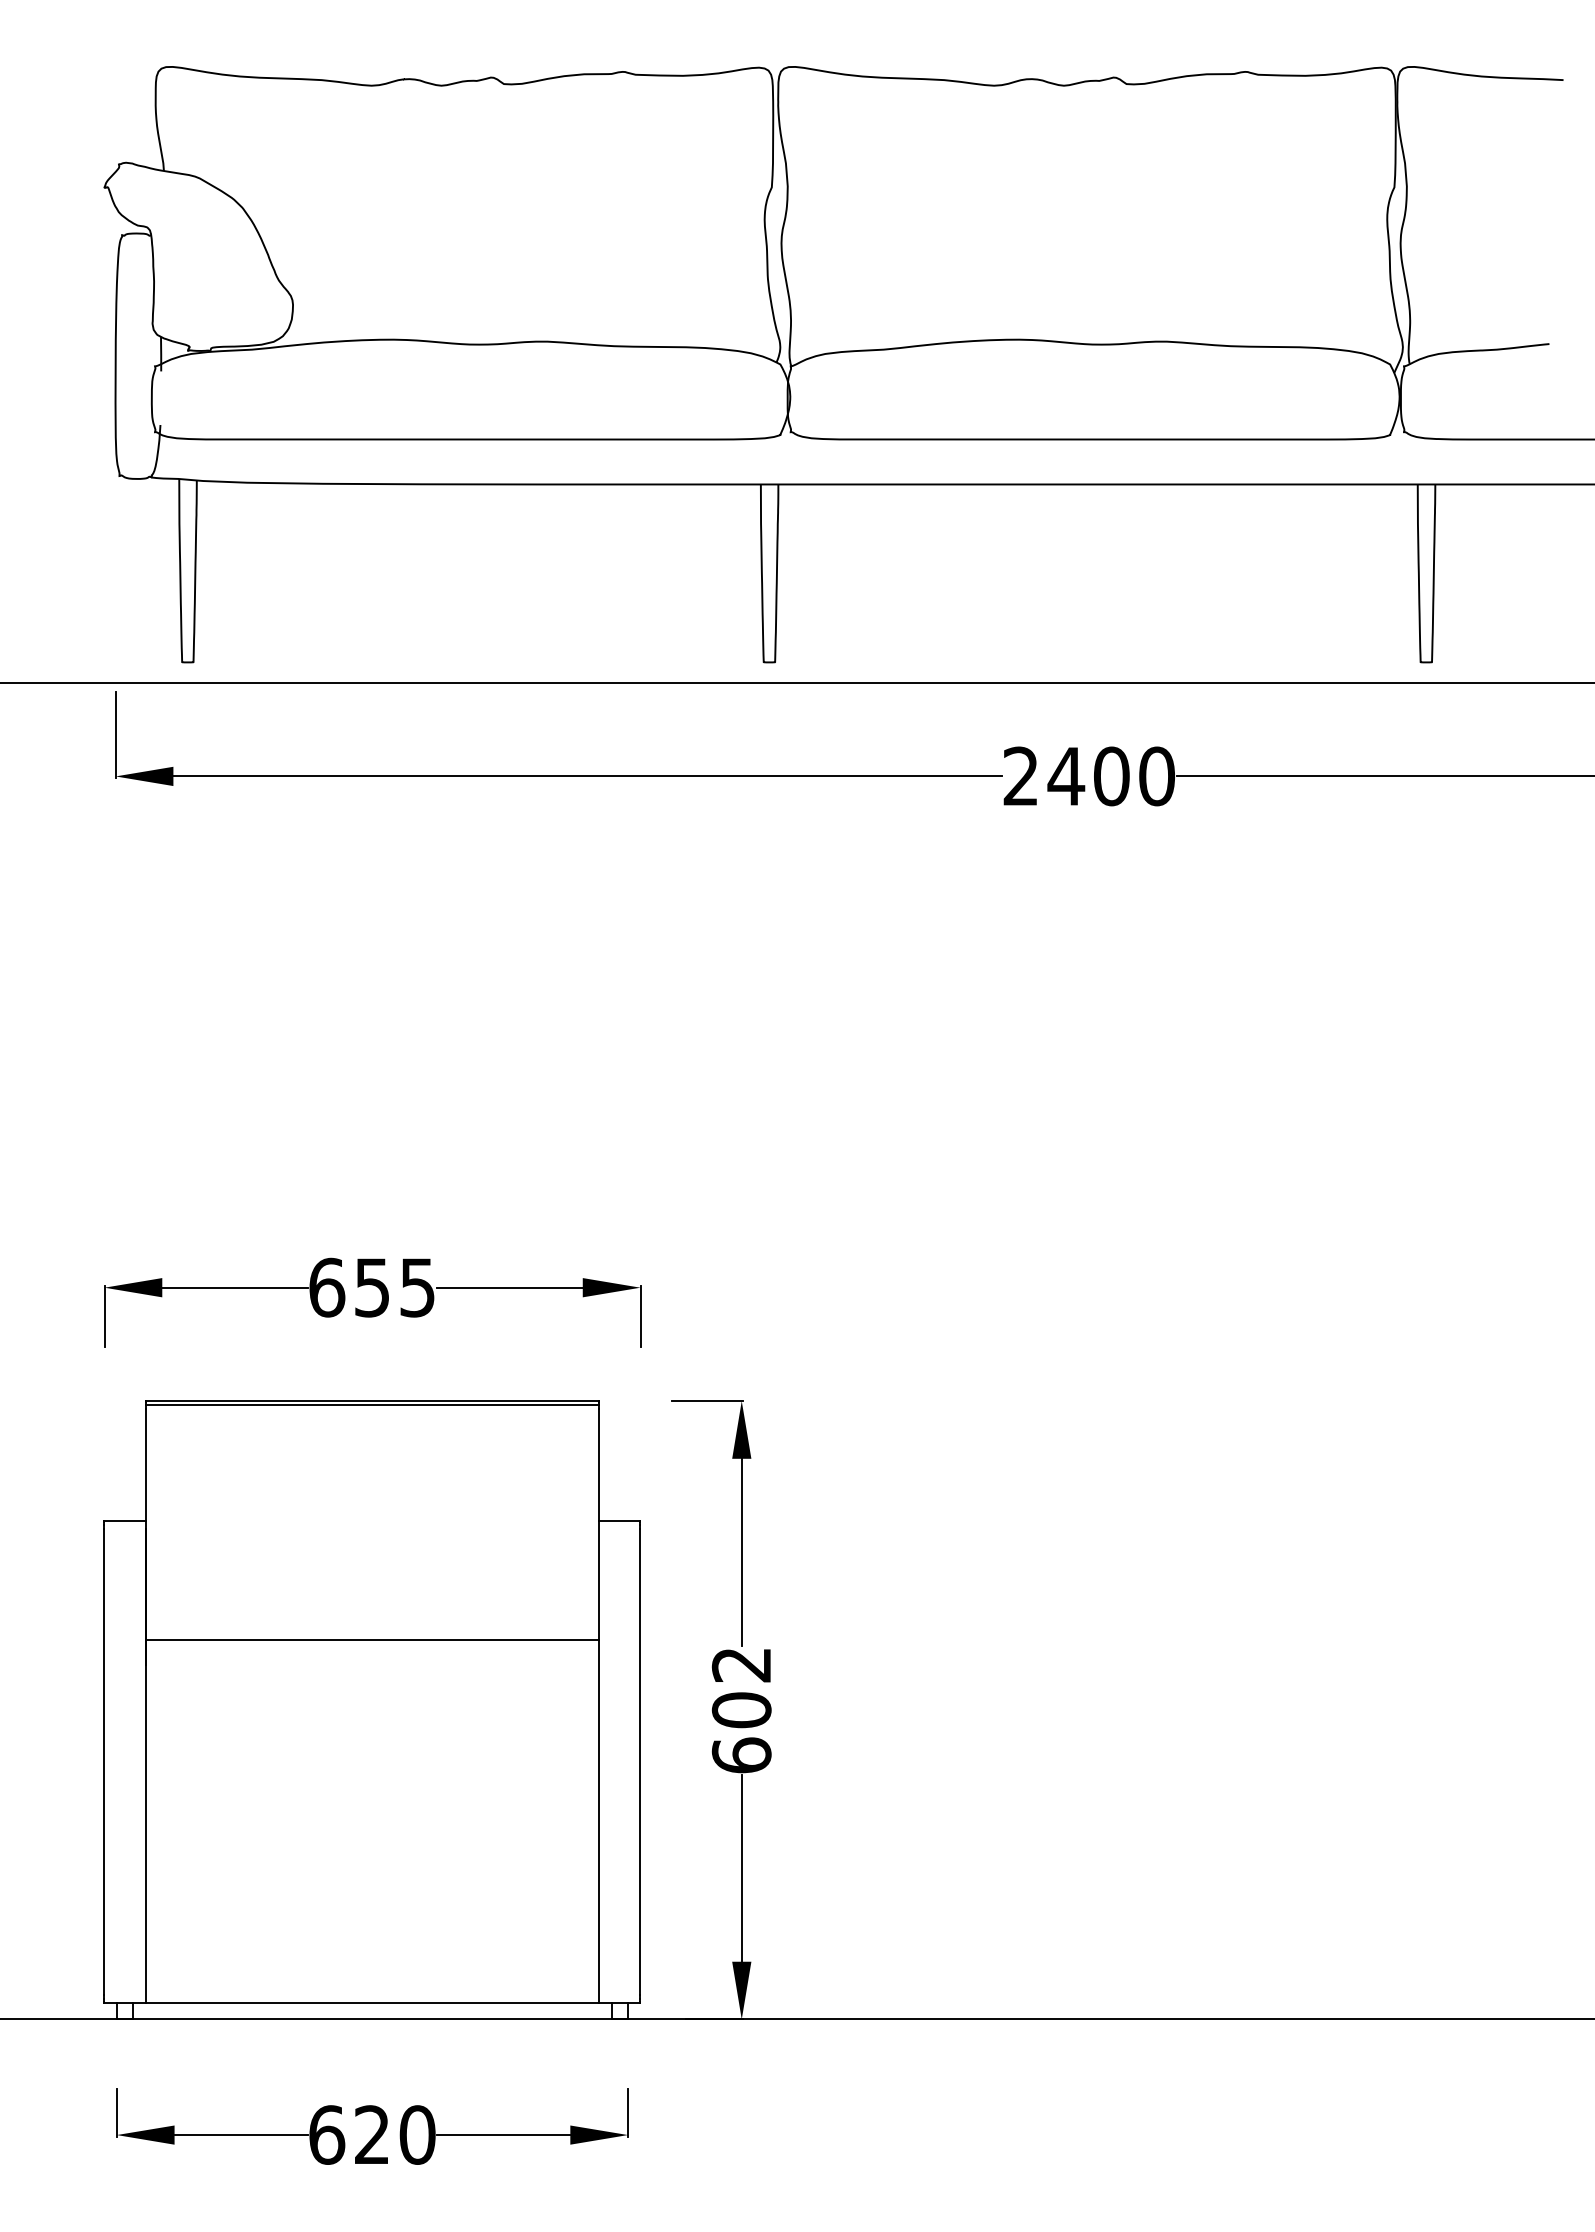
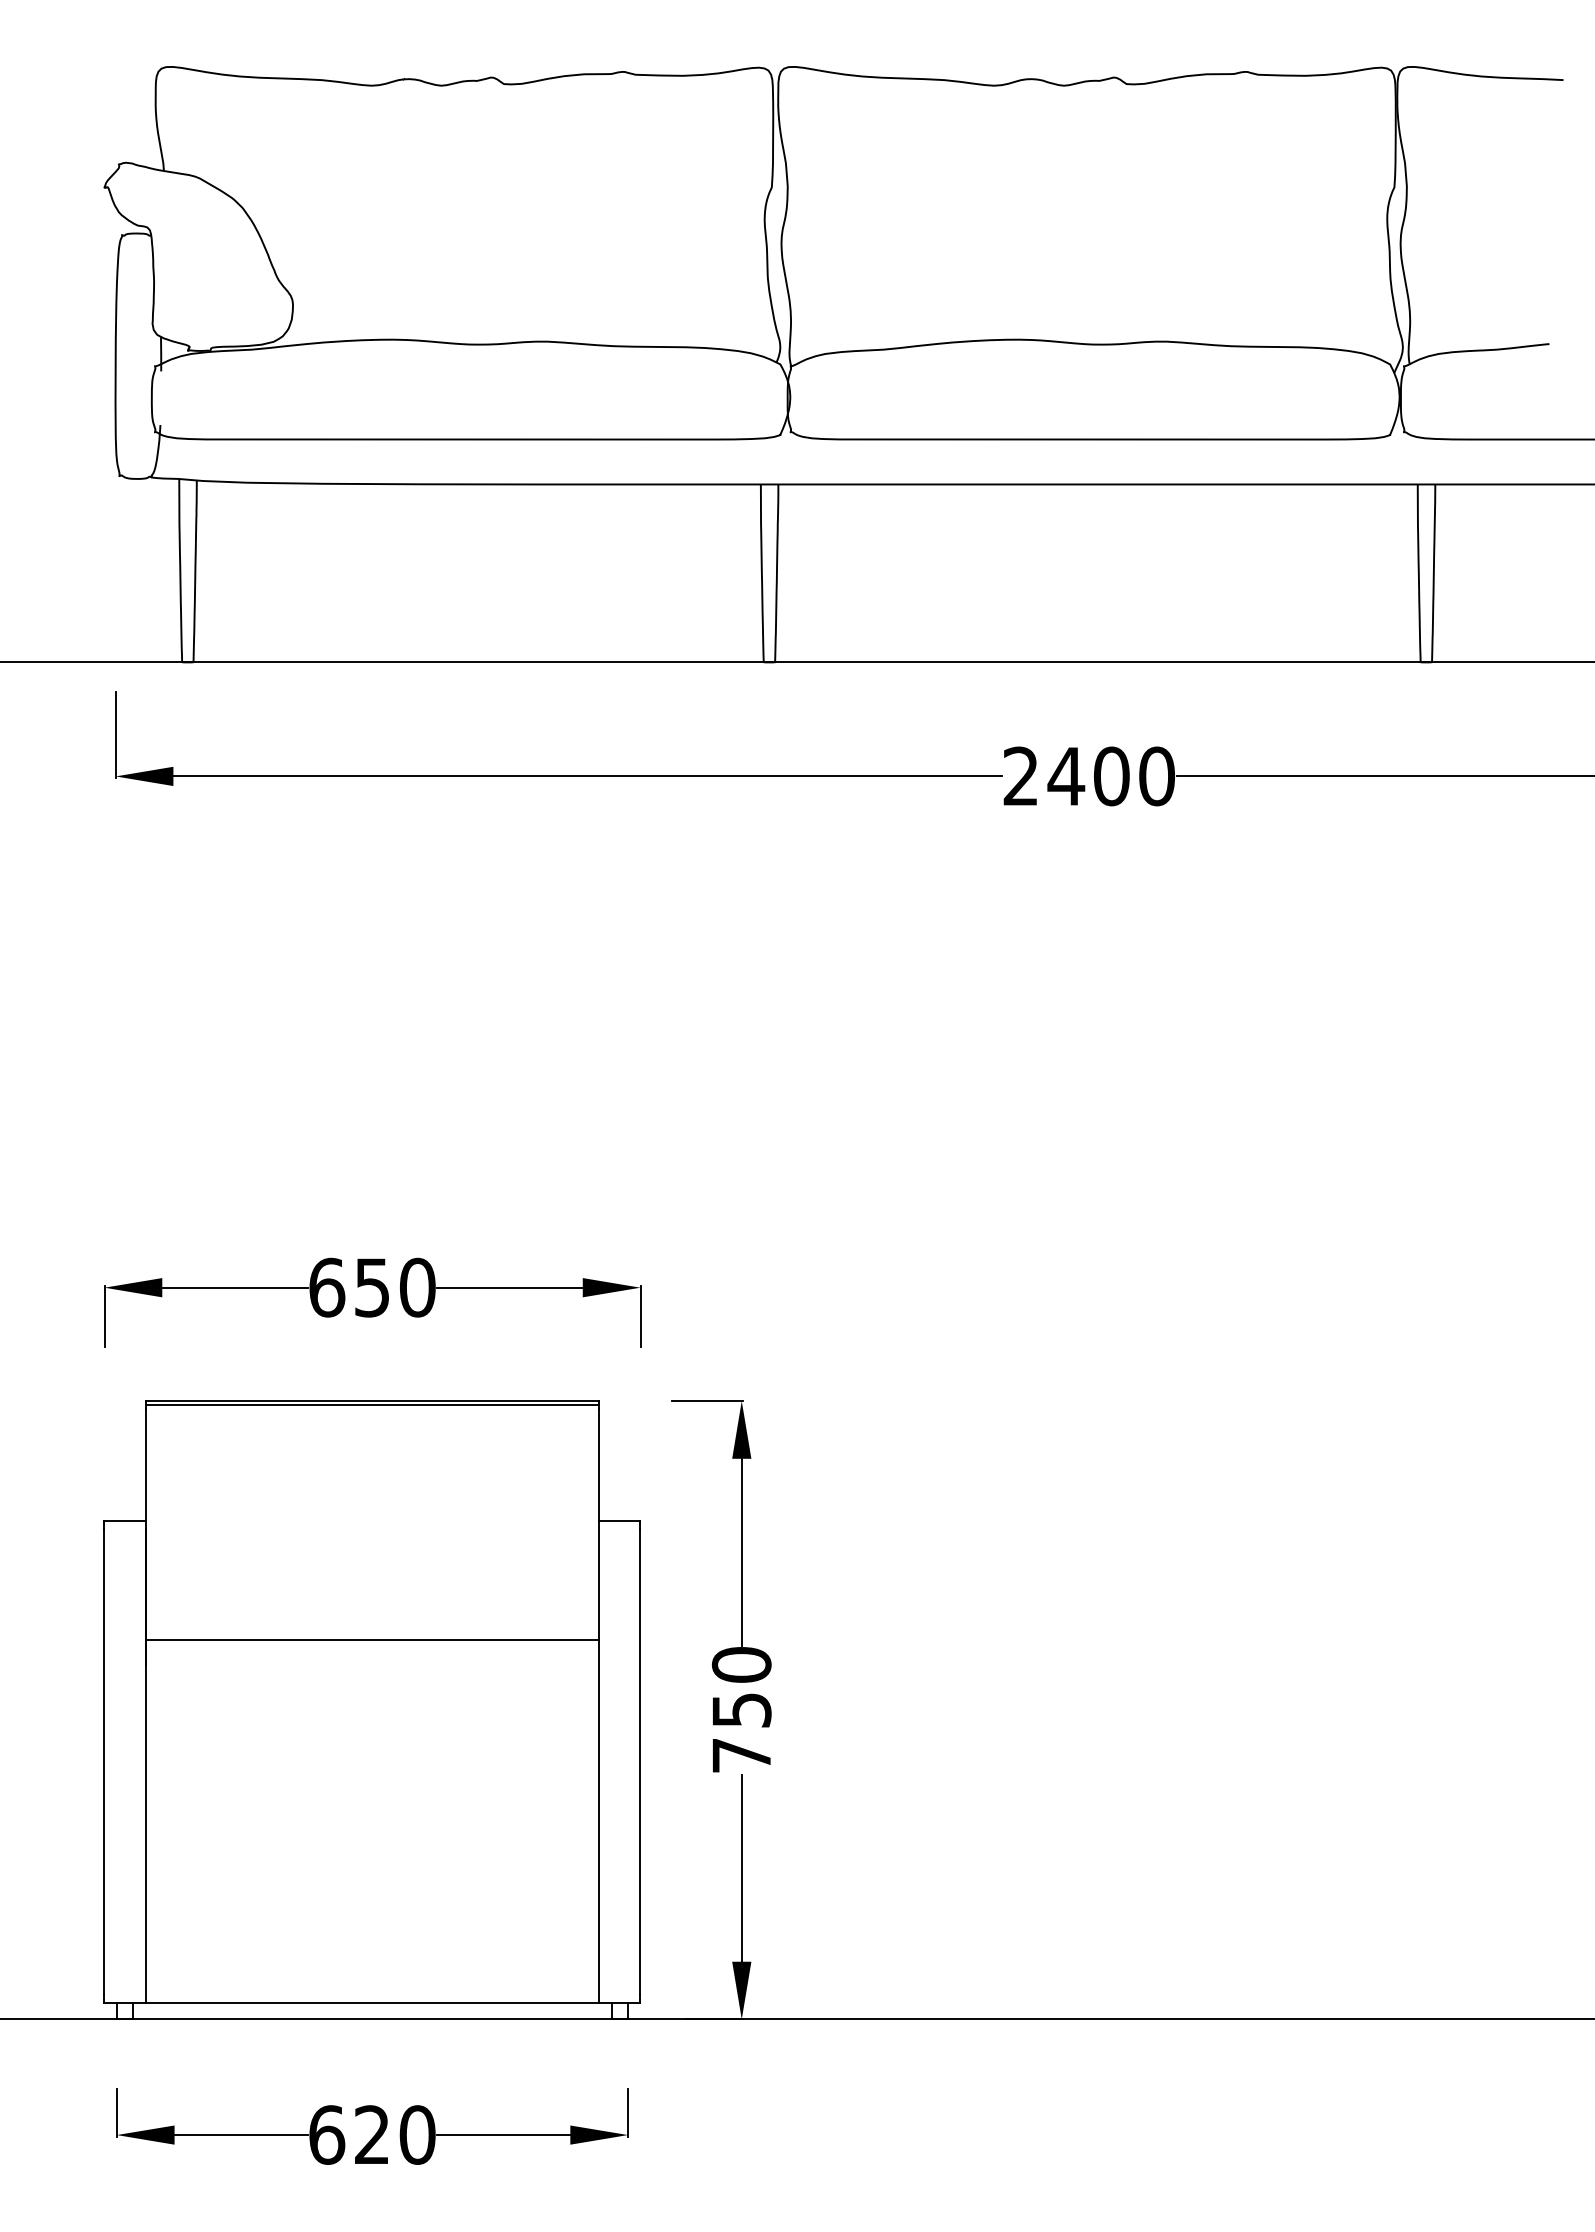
line at (796, 683) position: (796, 683) -> (796, 662)
text at (417, 1287): 655 -> 650
text at (741, 1710): 602 -> 750
